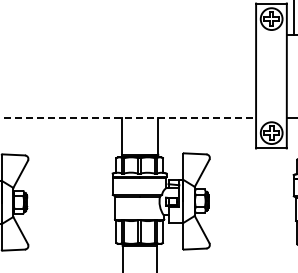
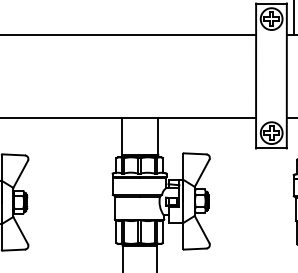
line at (128, 35): none -> present
line at (128, 117): dashed -> solid
